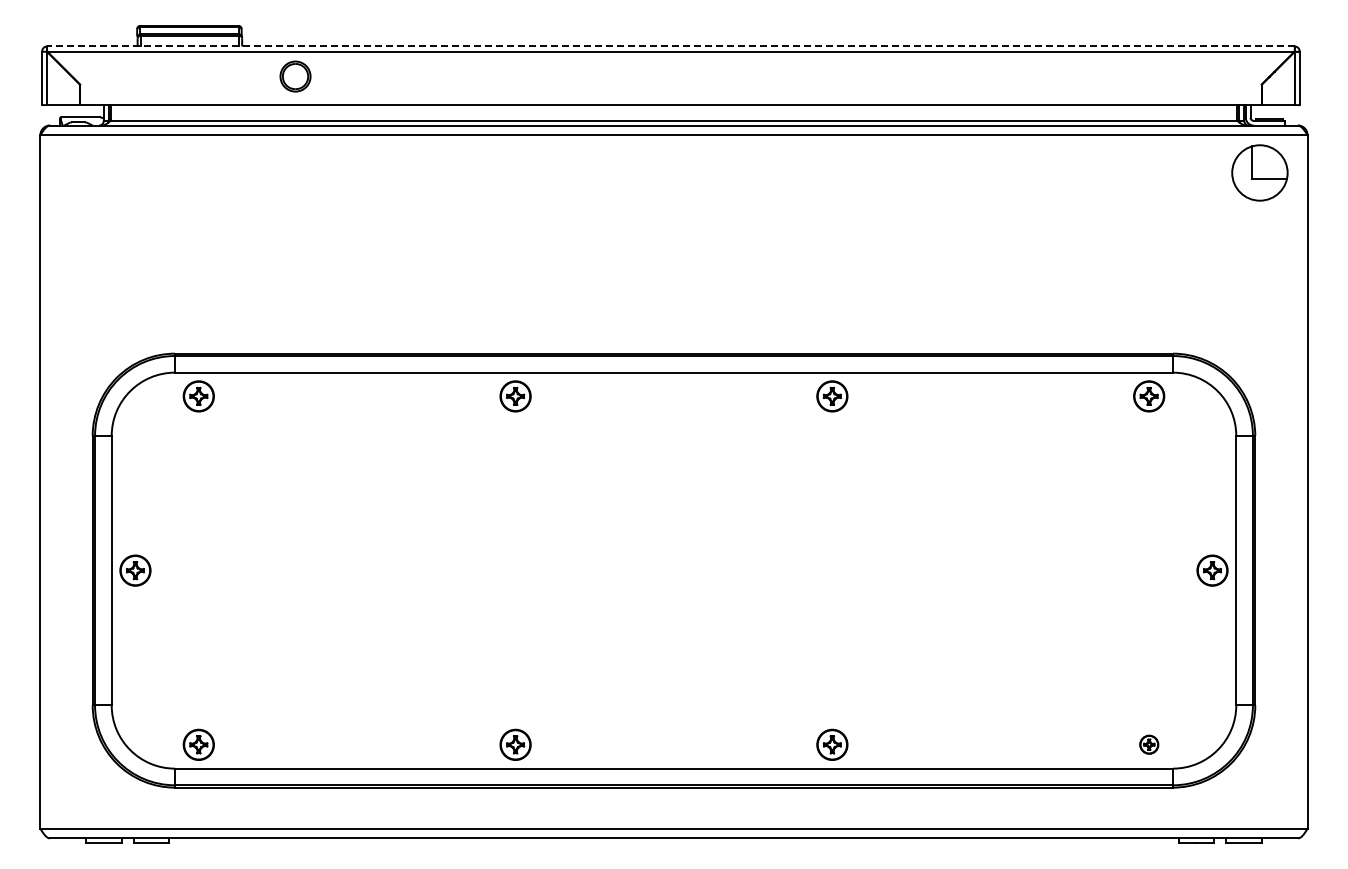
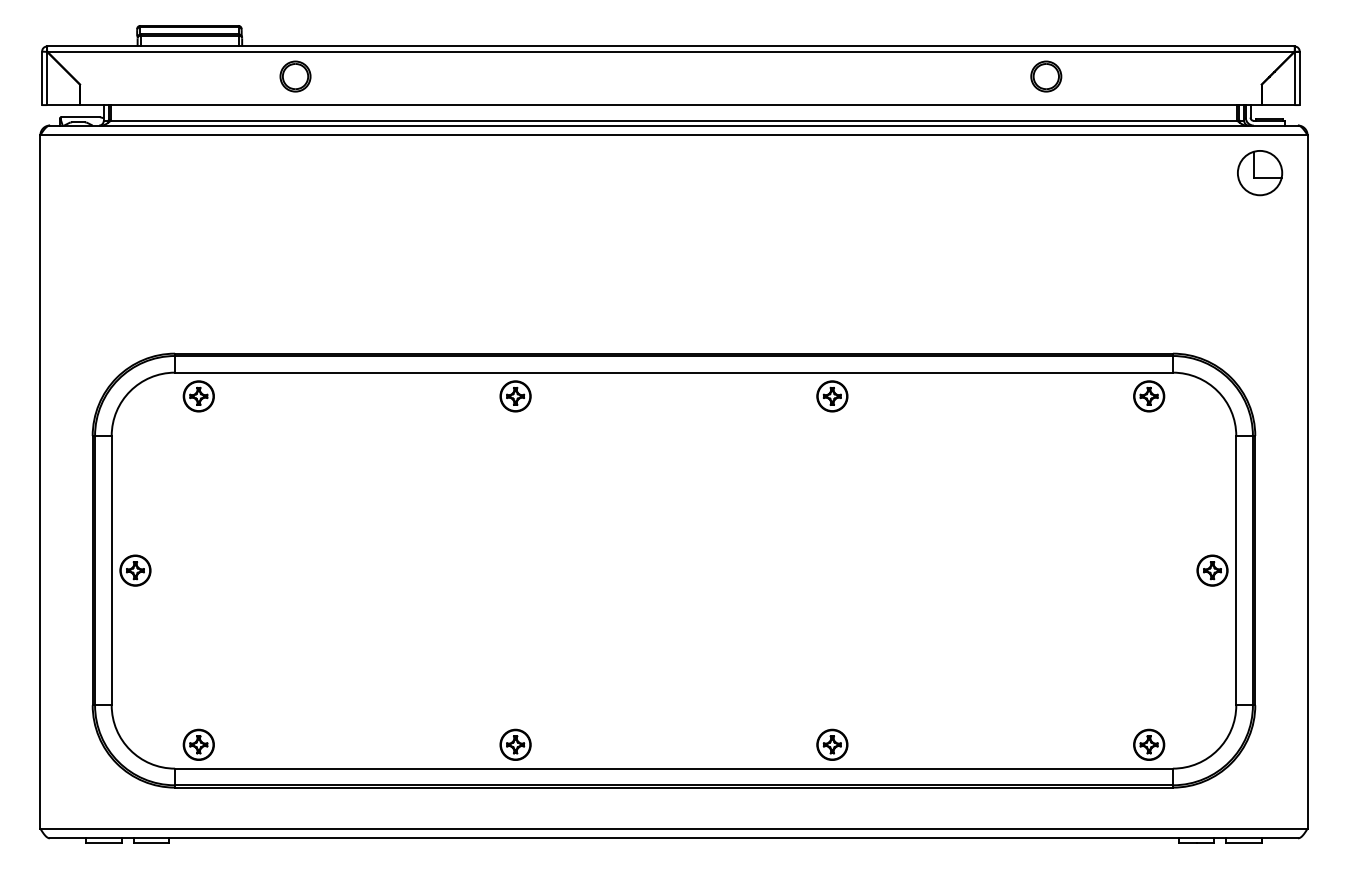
line at (670, 46): dashed -> solid
part at (1046, 76): none -> present
part at (1259, 172) size: 58x58 px -> 47x47 px
part at (1149, 744) size: 21x21 px -> 33x33 px
